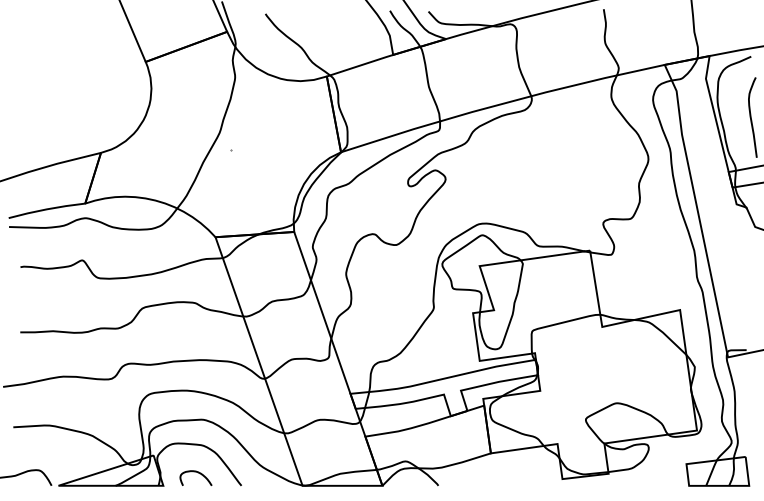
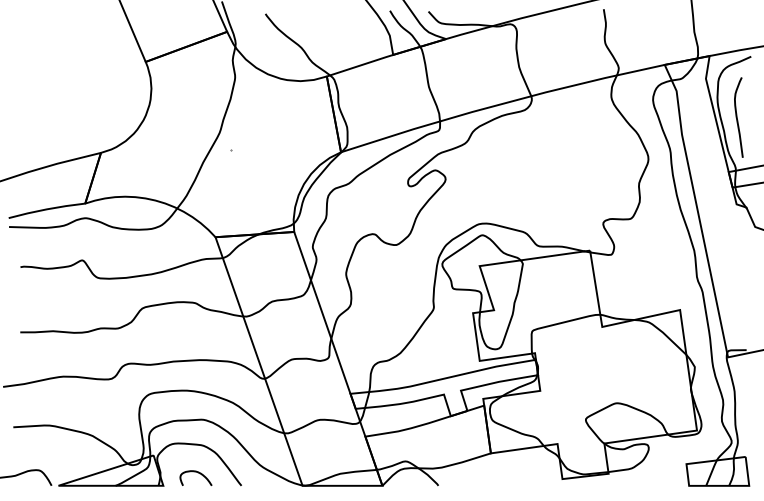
curve at (751, 117) position: (751, 117) -> (737, 117)
